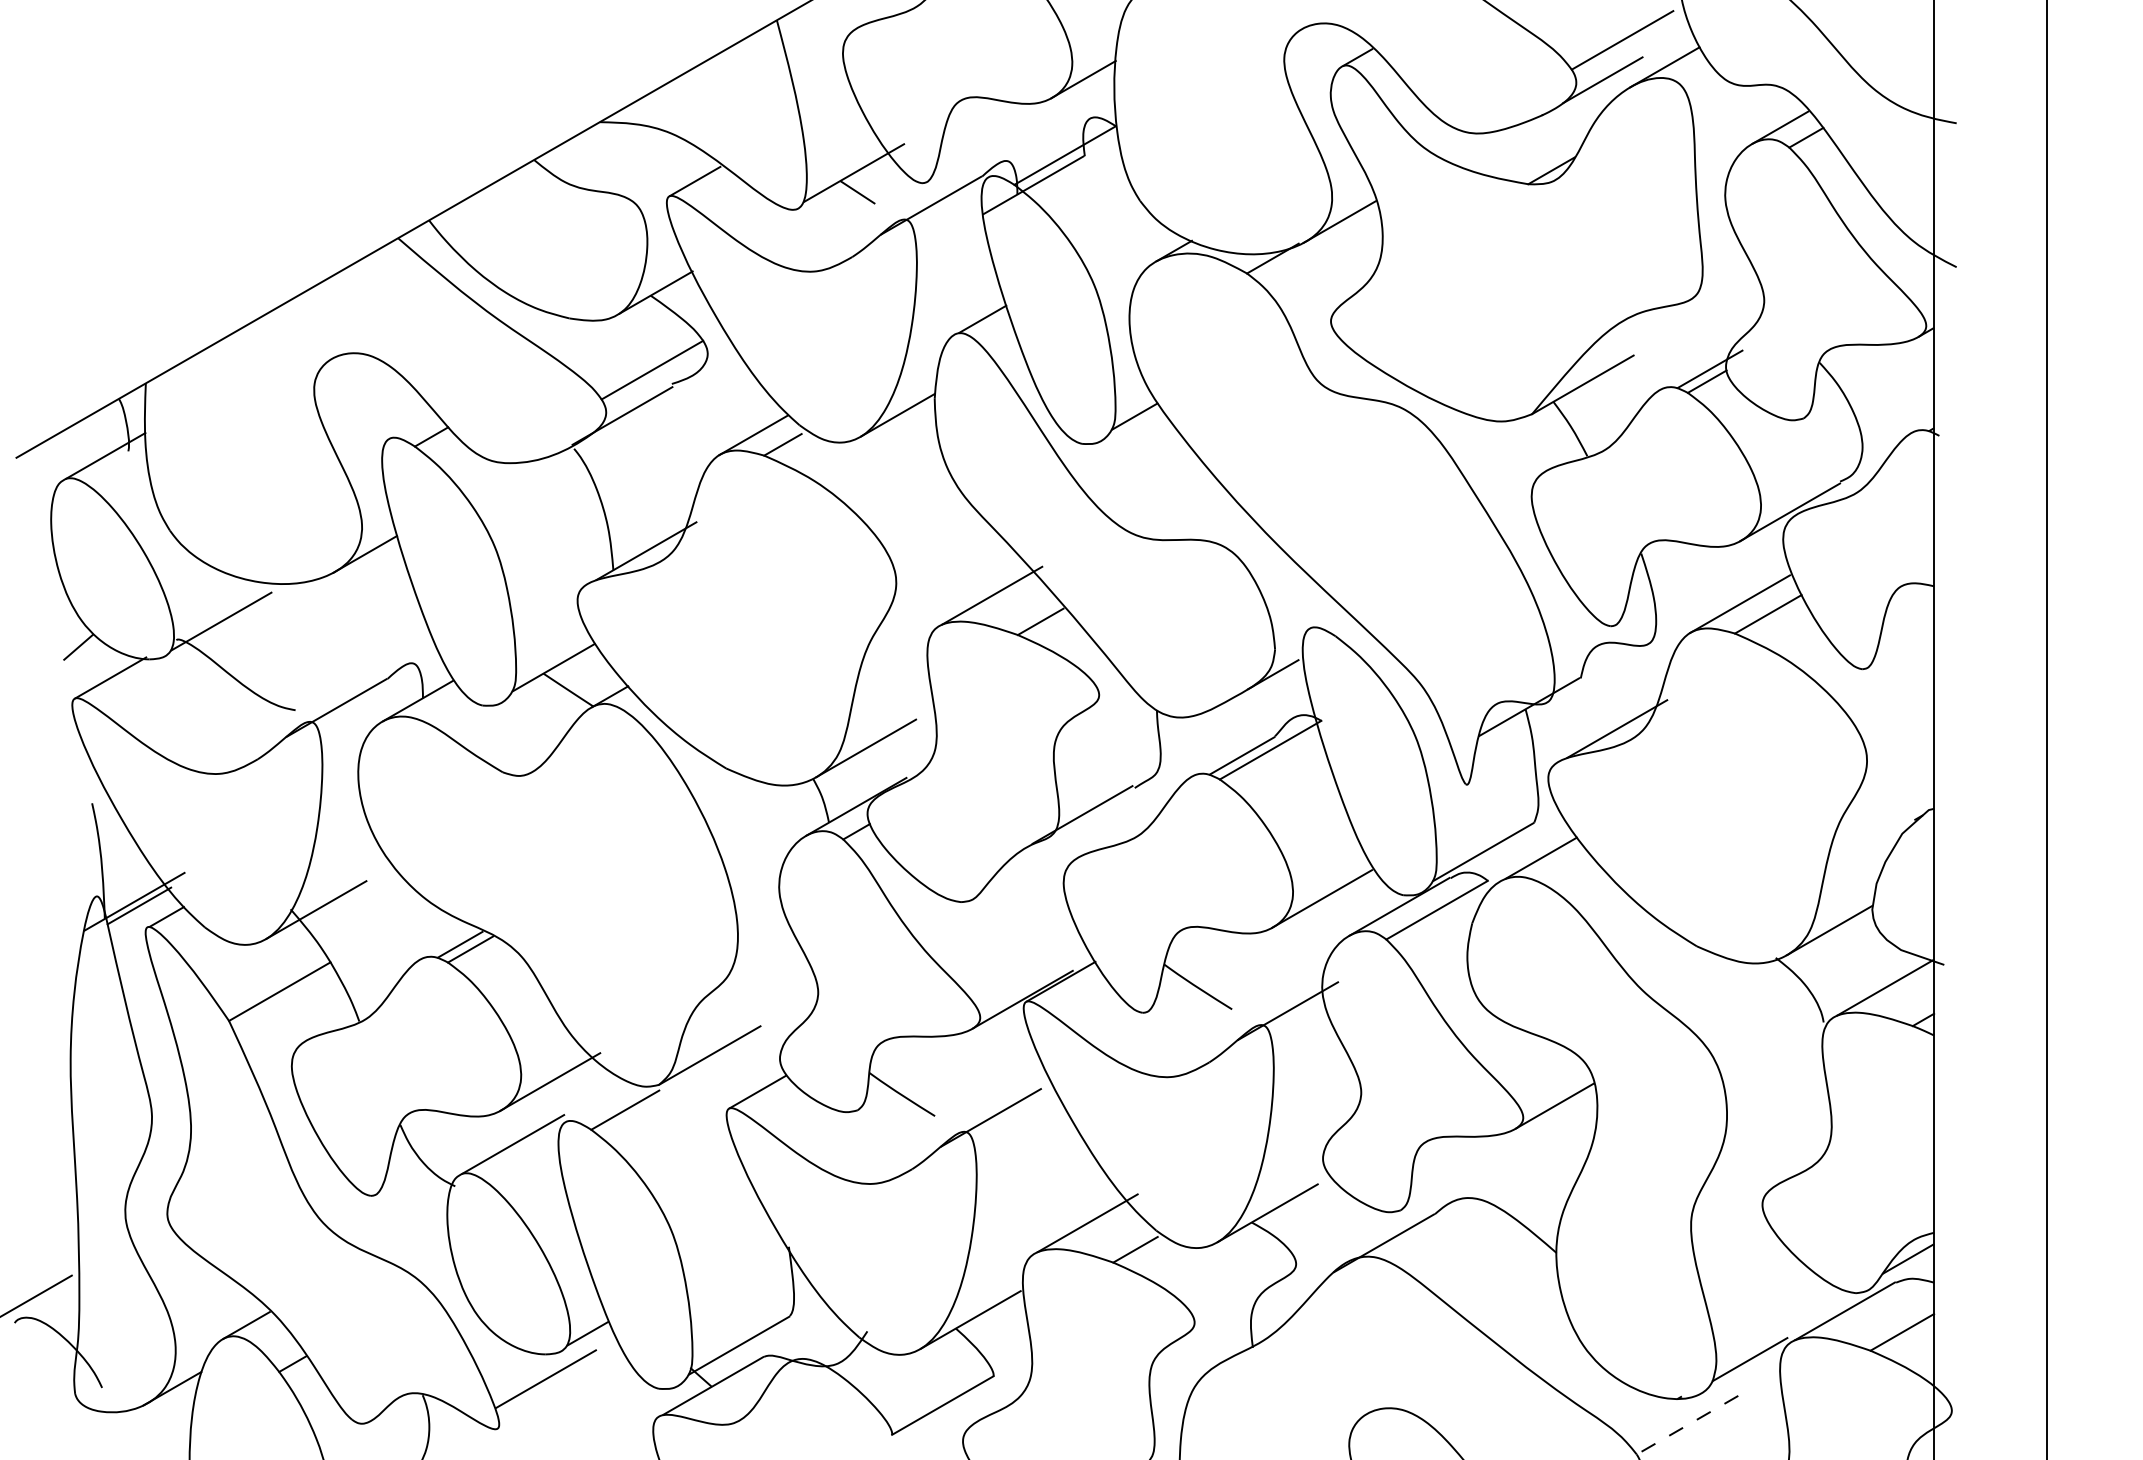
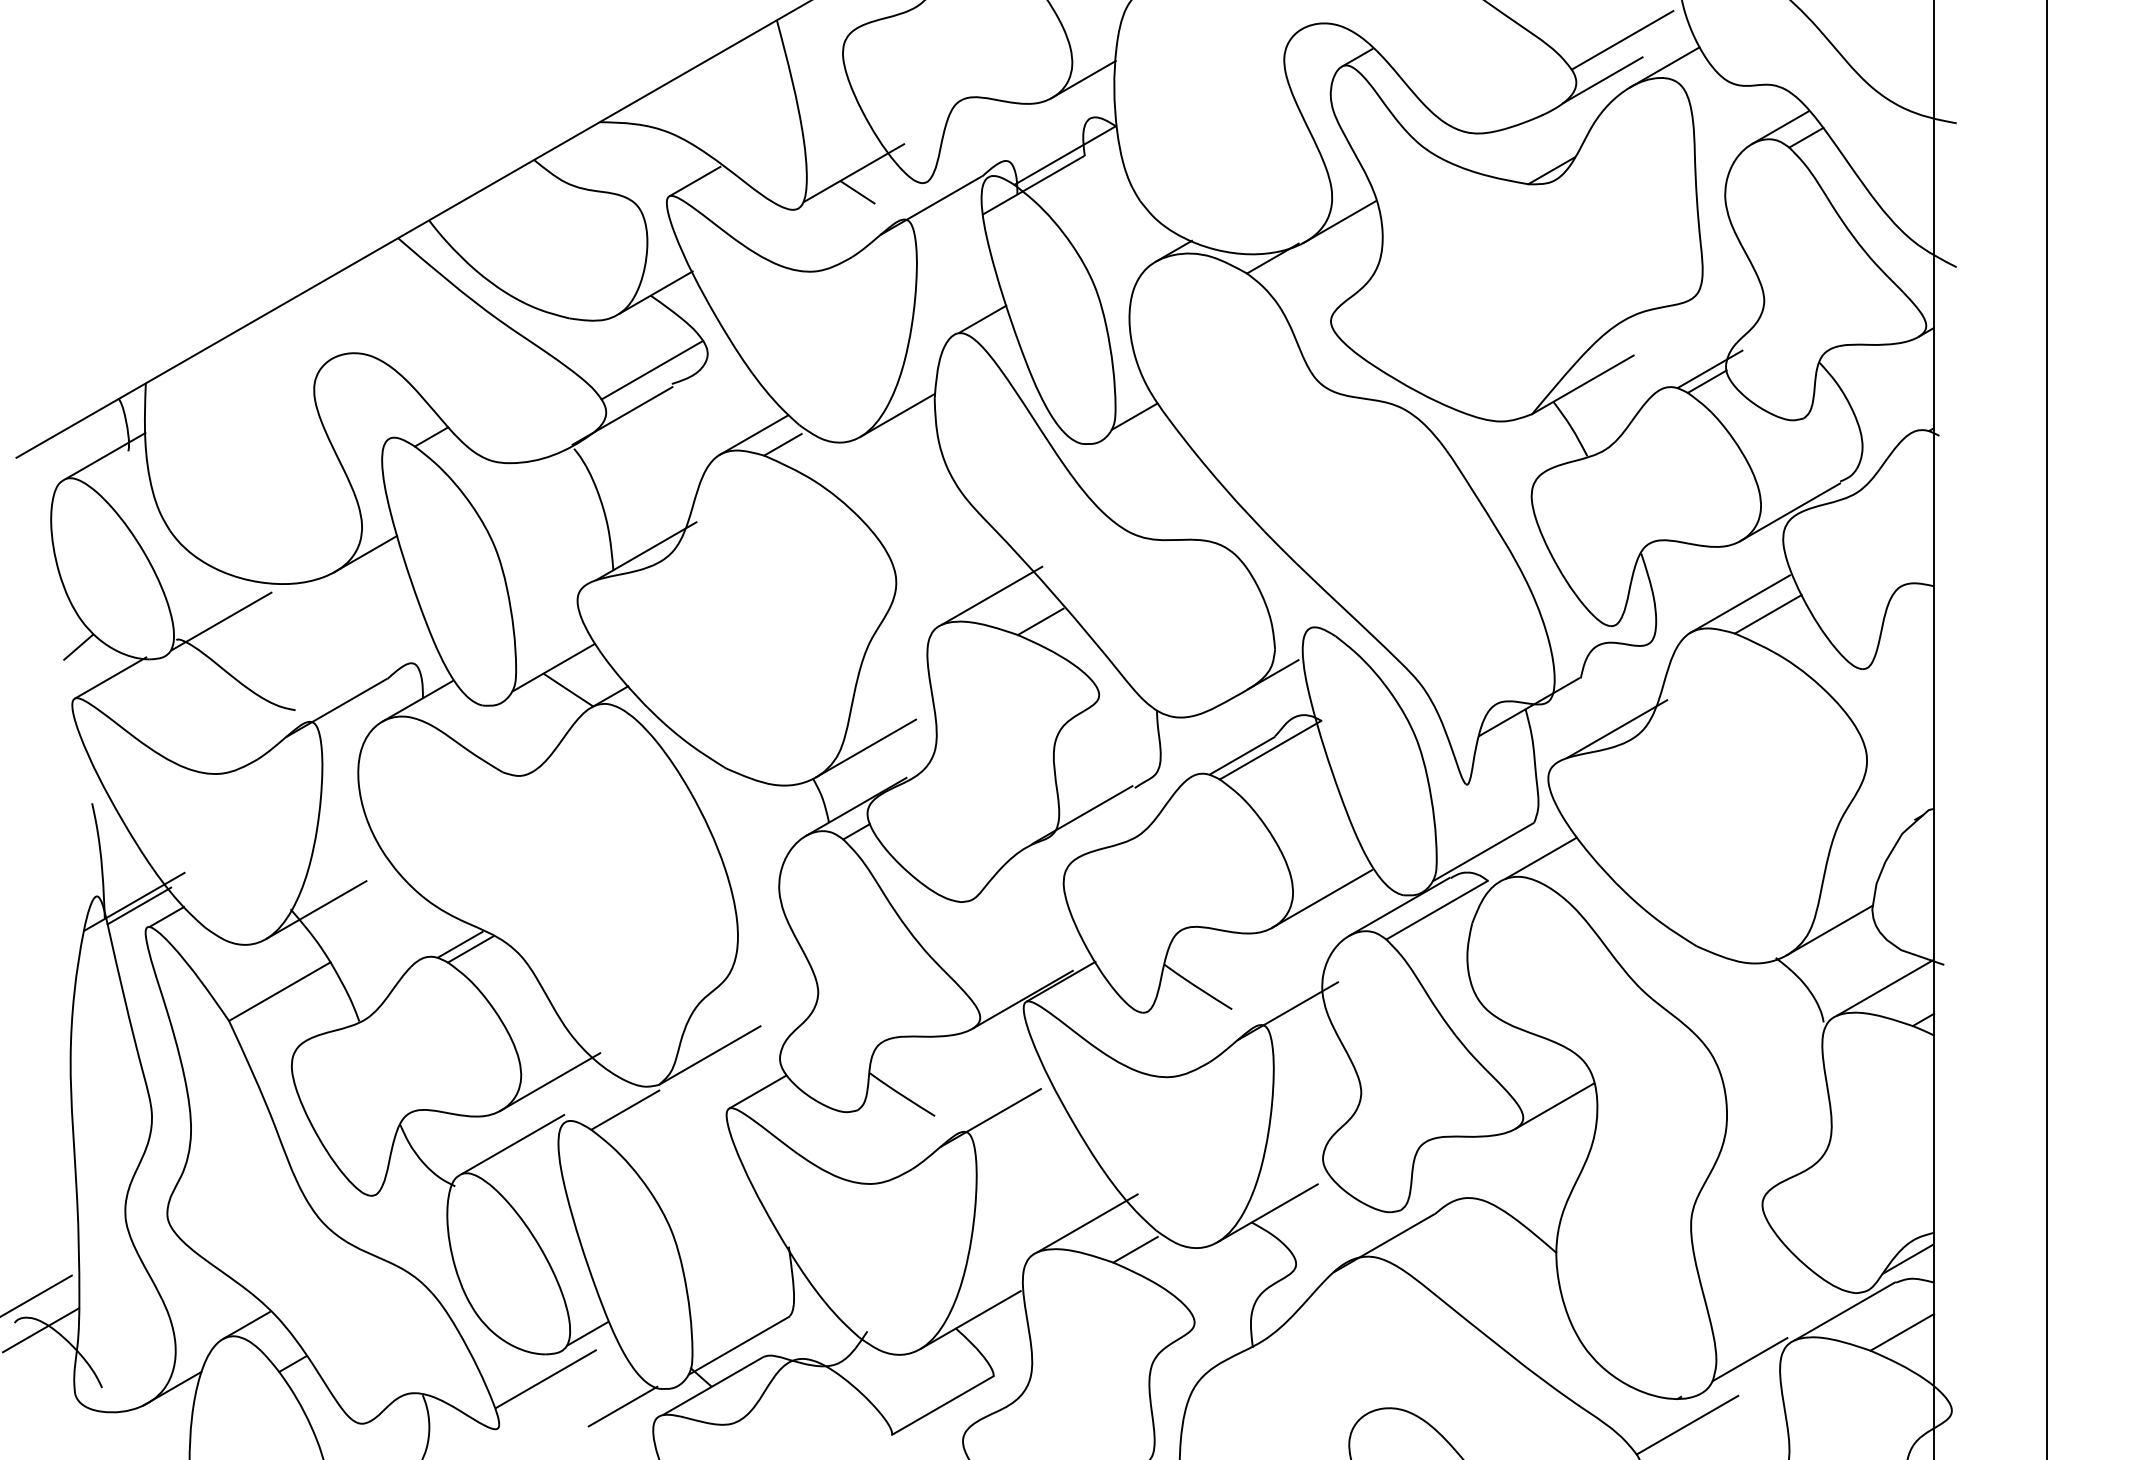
line at (40, 1330): none -> present
line at (622, 1406): none -> present
line at (1687, 1425): dashed -> solid
